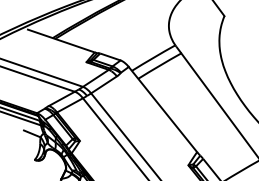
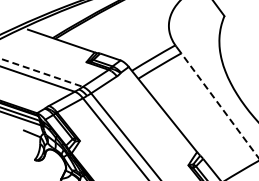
line at (41, 72): solid -> dashed
line at (219, 105): solid -> dashed
